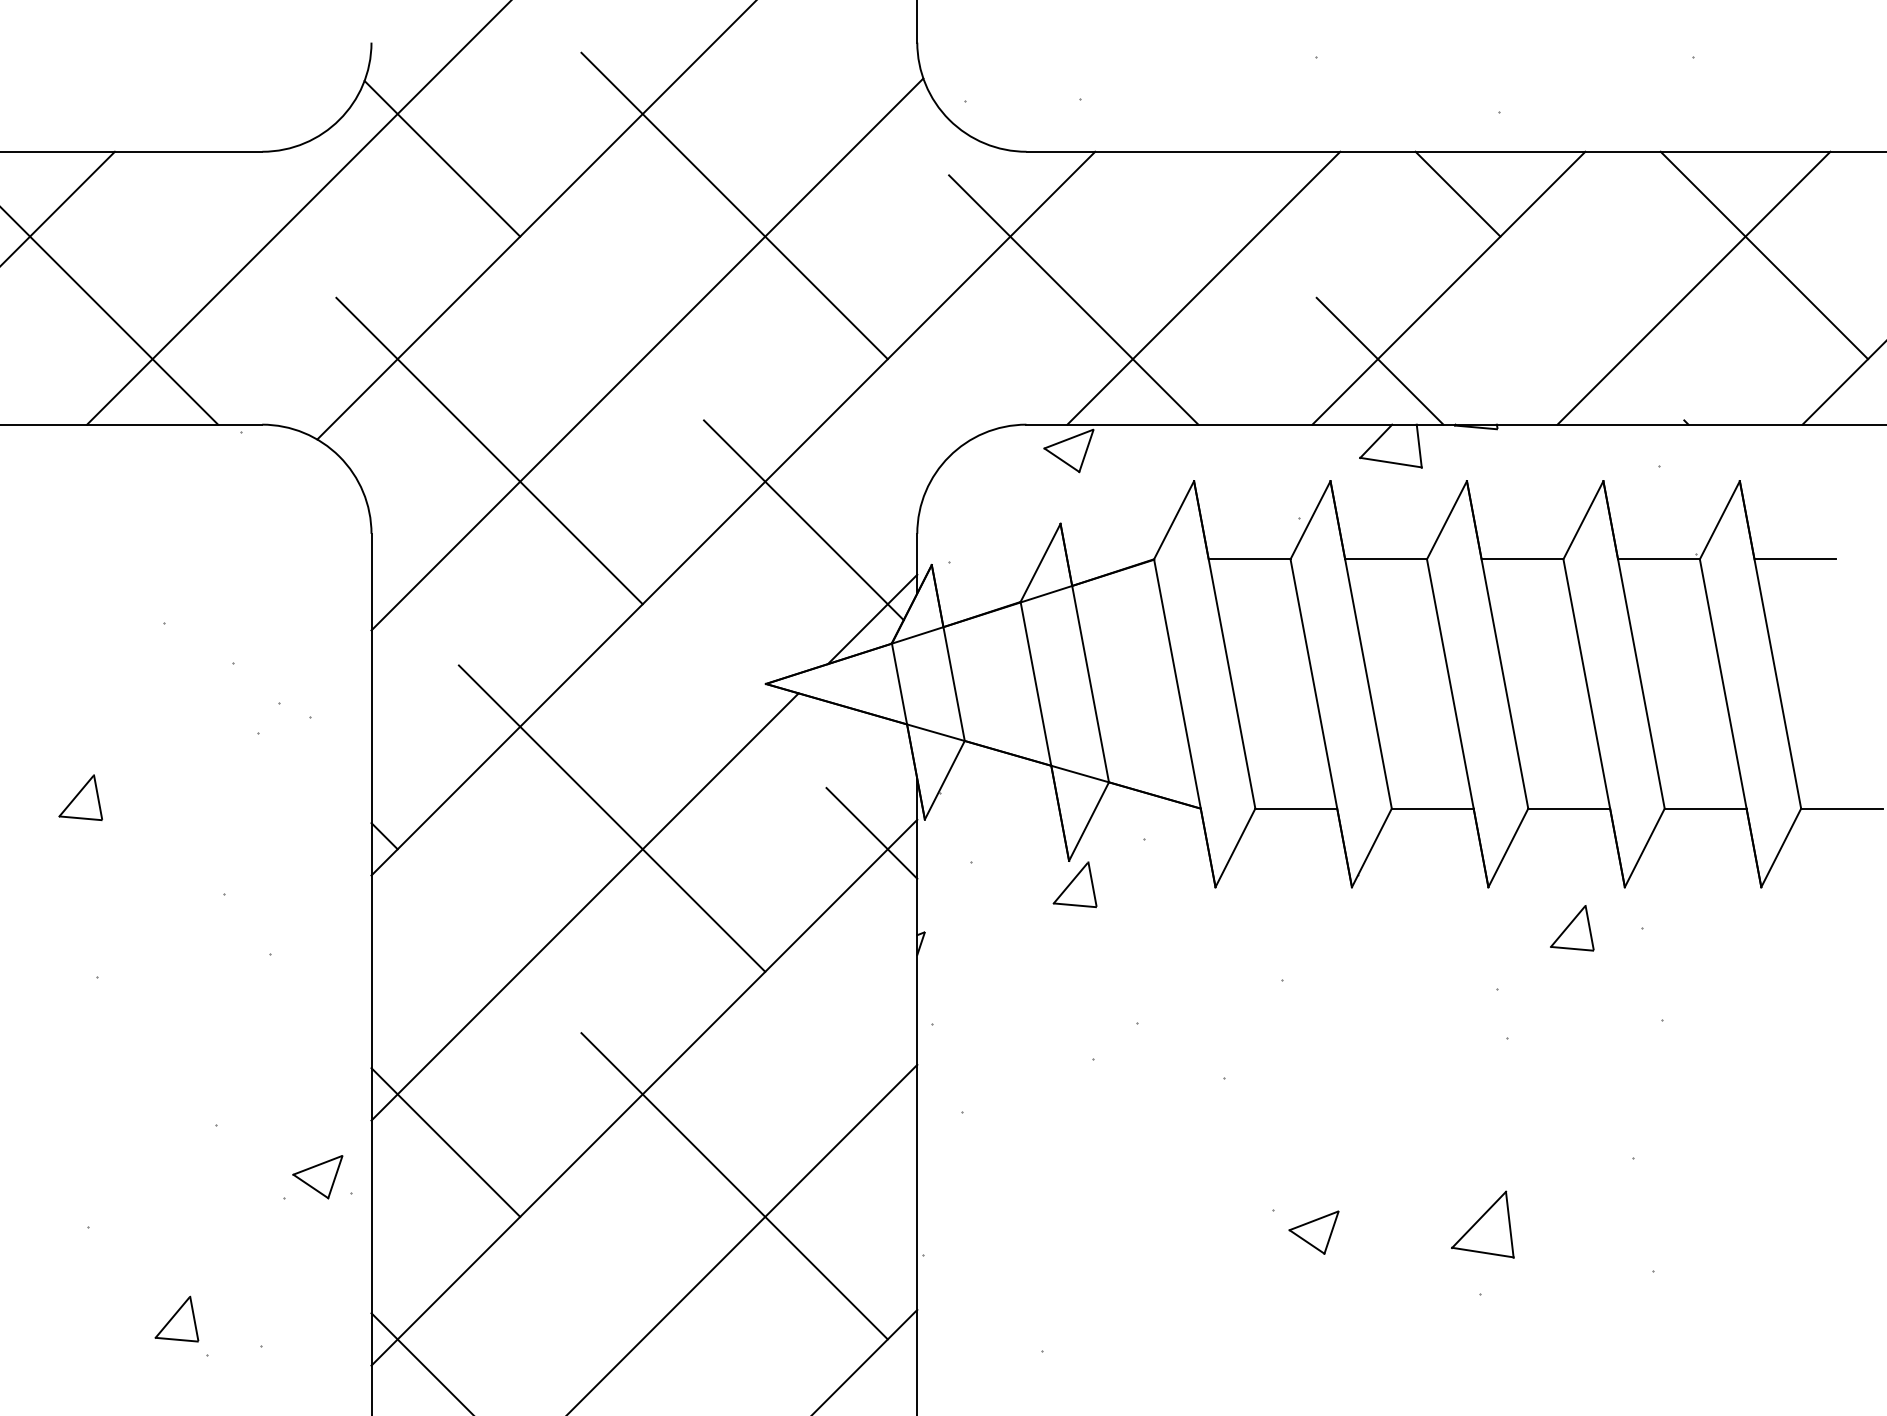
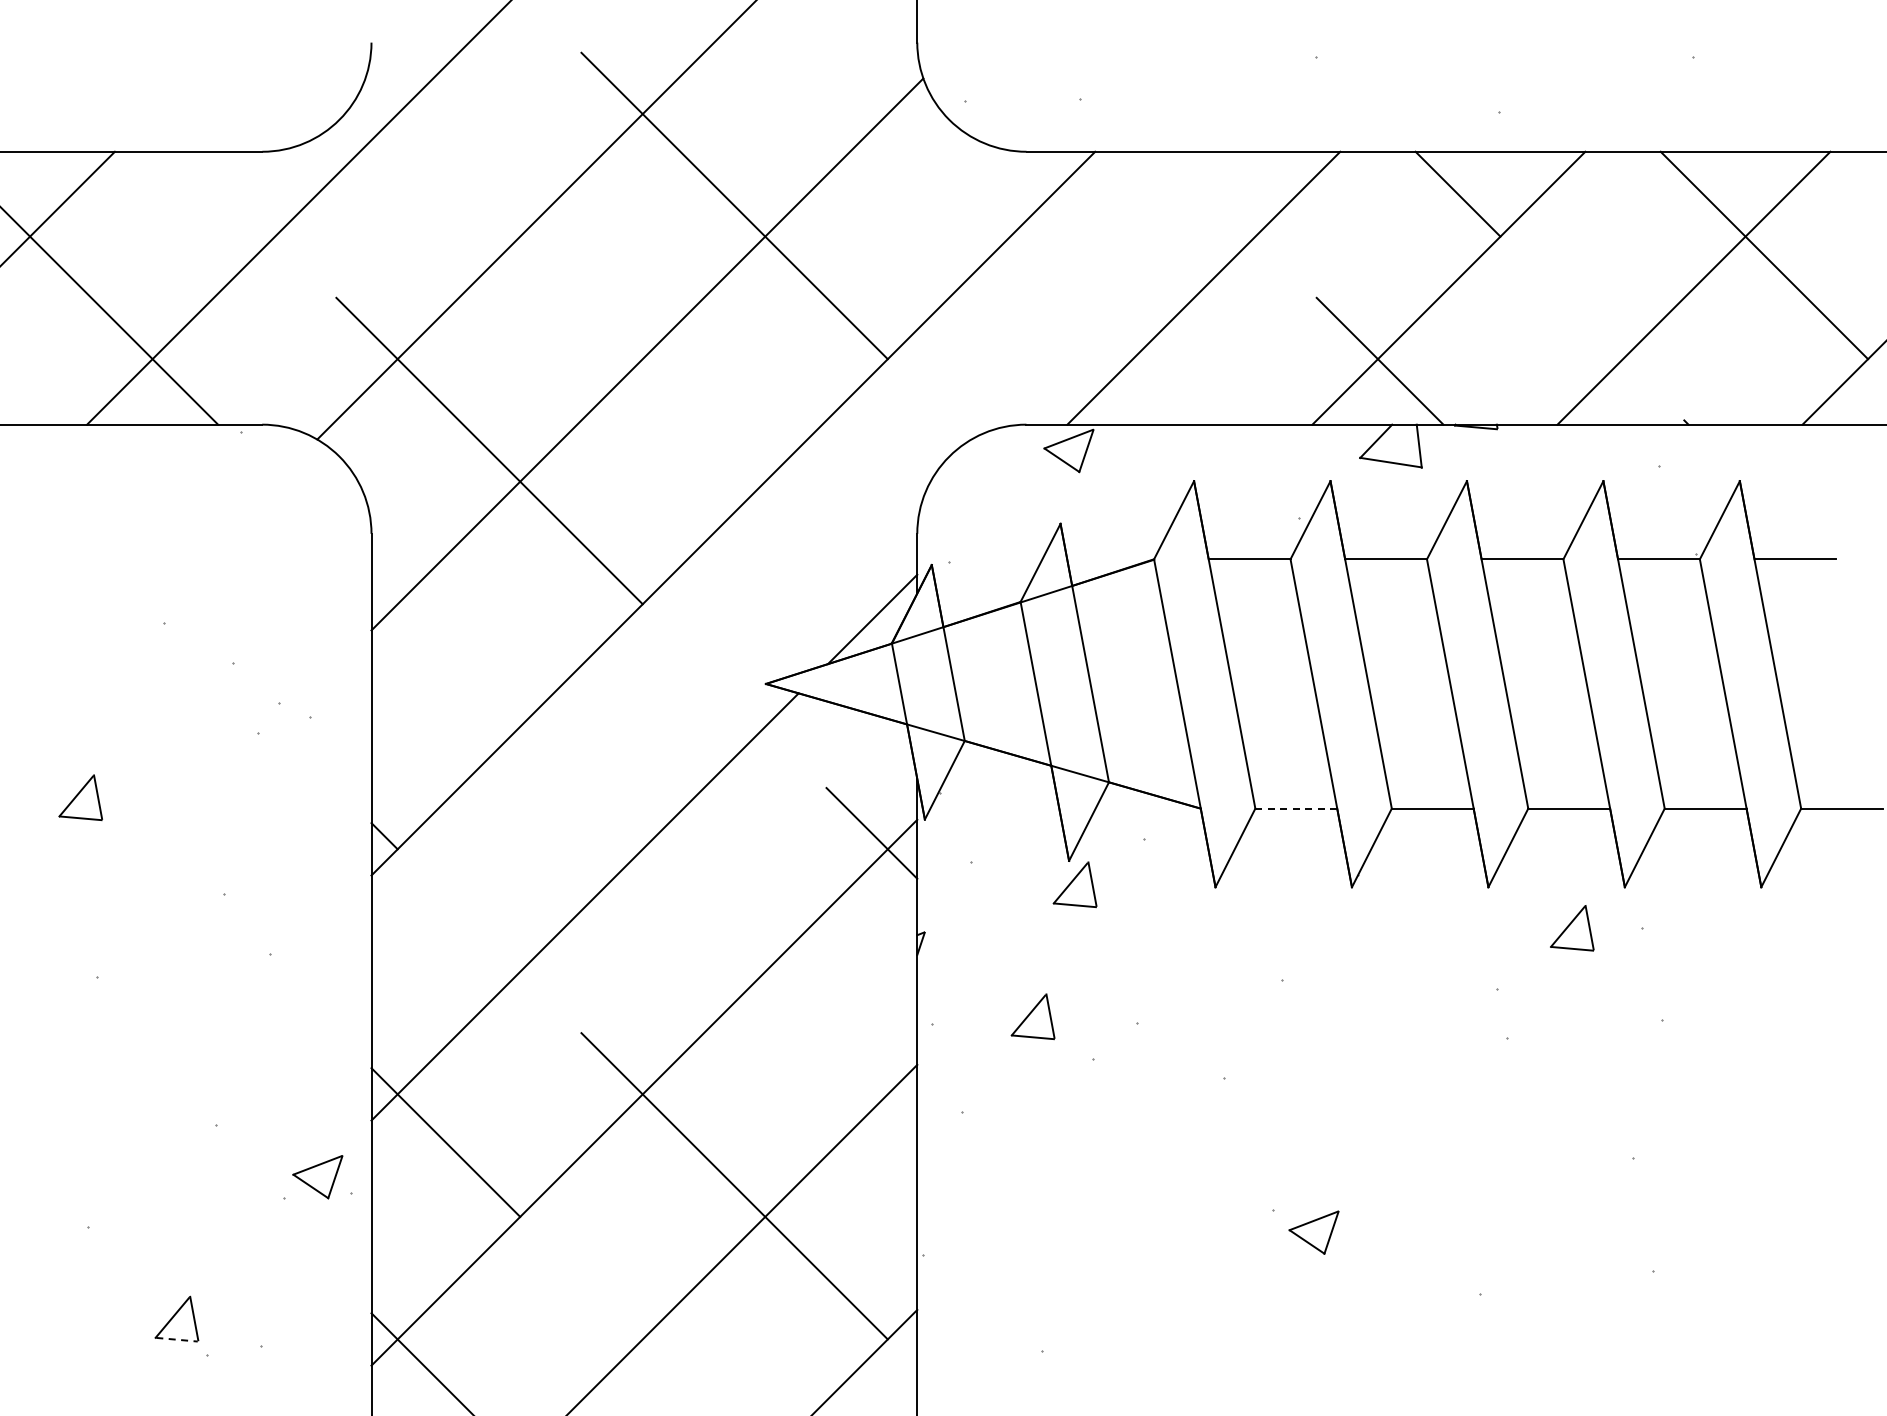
line at (442, 158): present -> none
line at (1073, 299): present -> none
line at (803, 520): present -> none
line at (1296, 808): solid -> dashed
line at (611, 818): present -> none
part at (1032, 1016): none -> present
part at (1482, 1224): present -> none
line at (177, 1339): solid -> dashed
